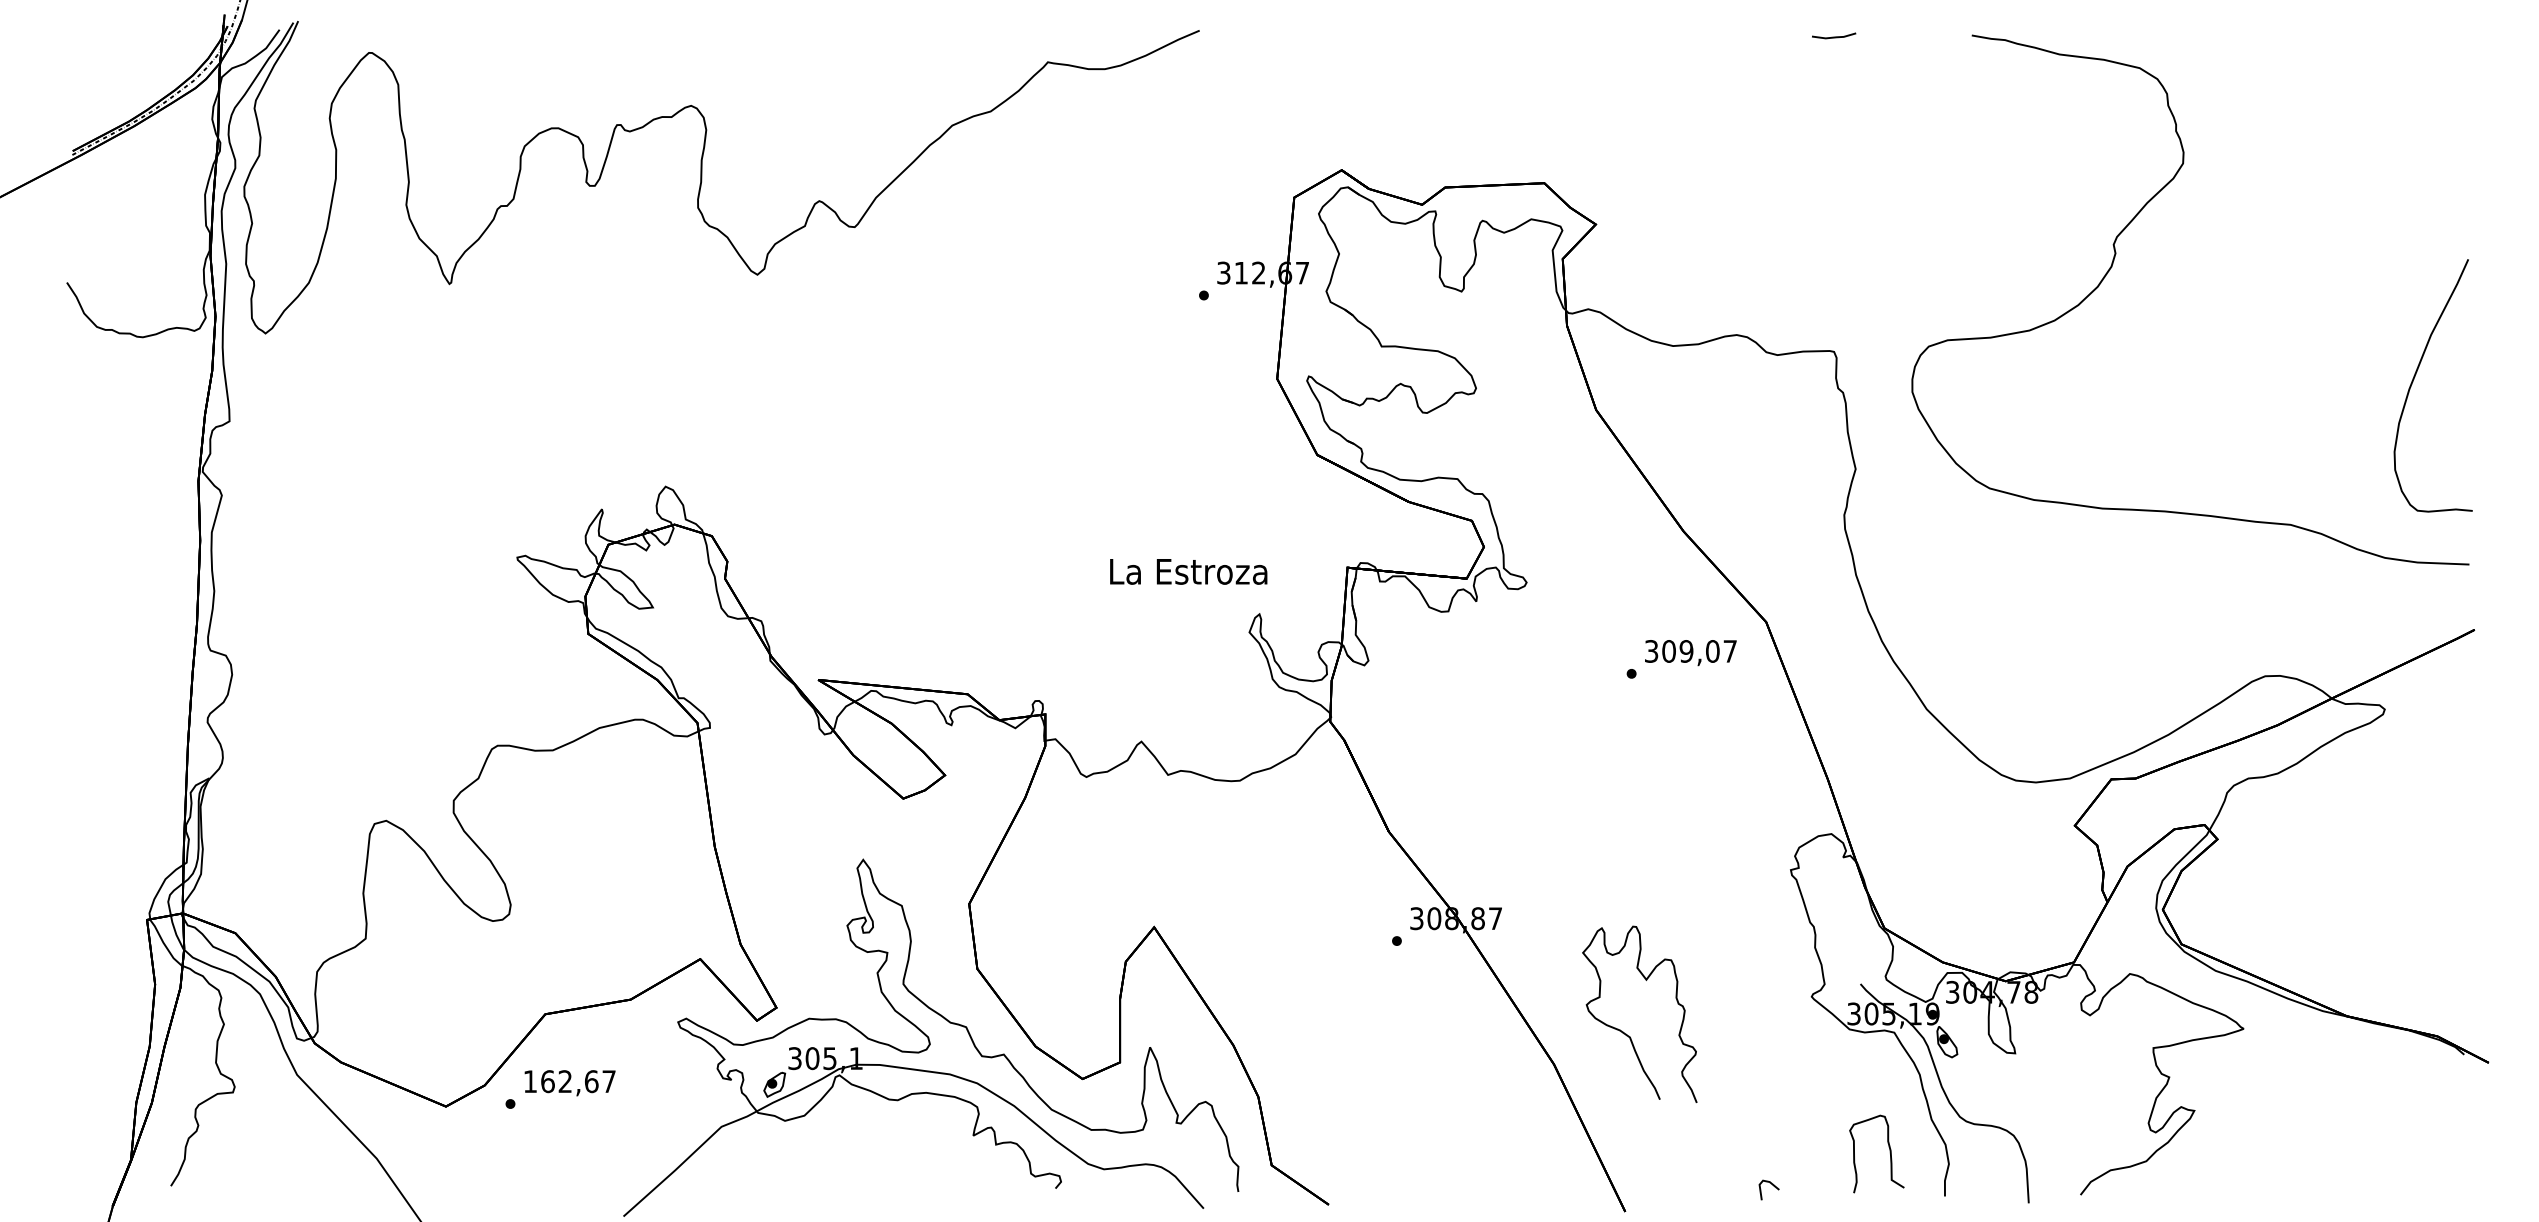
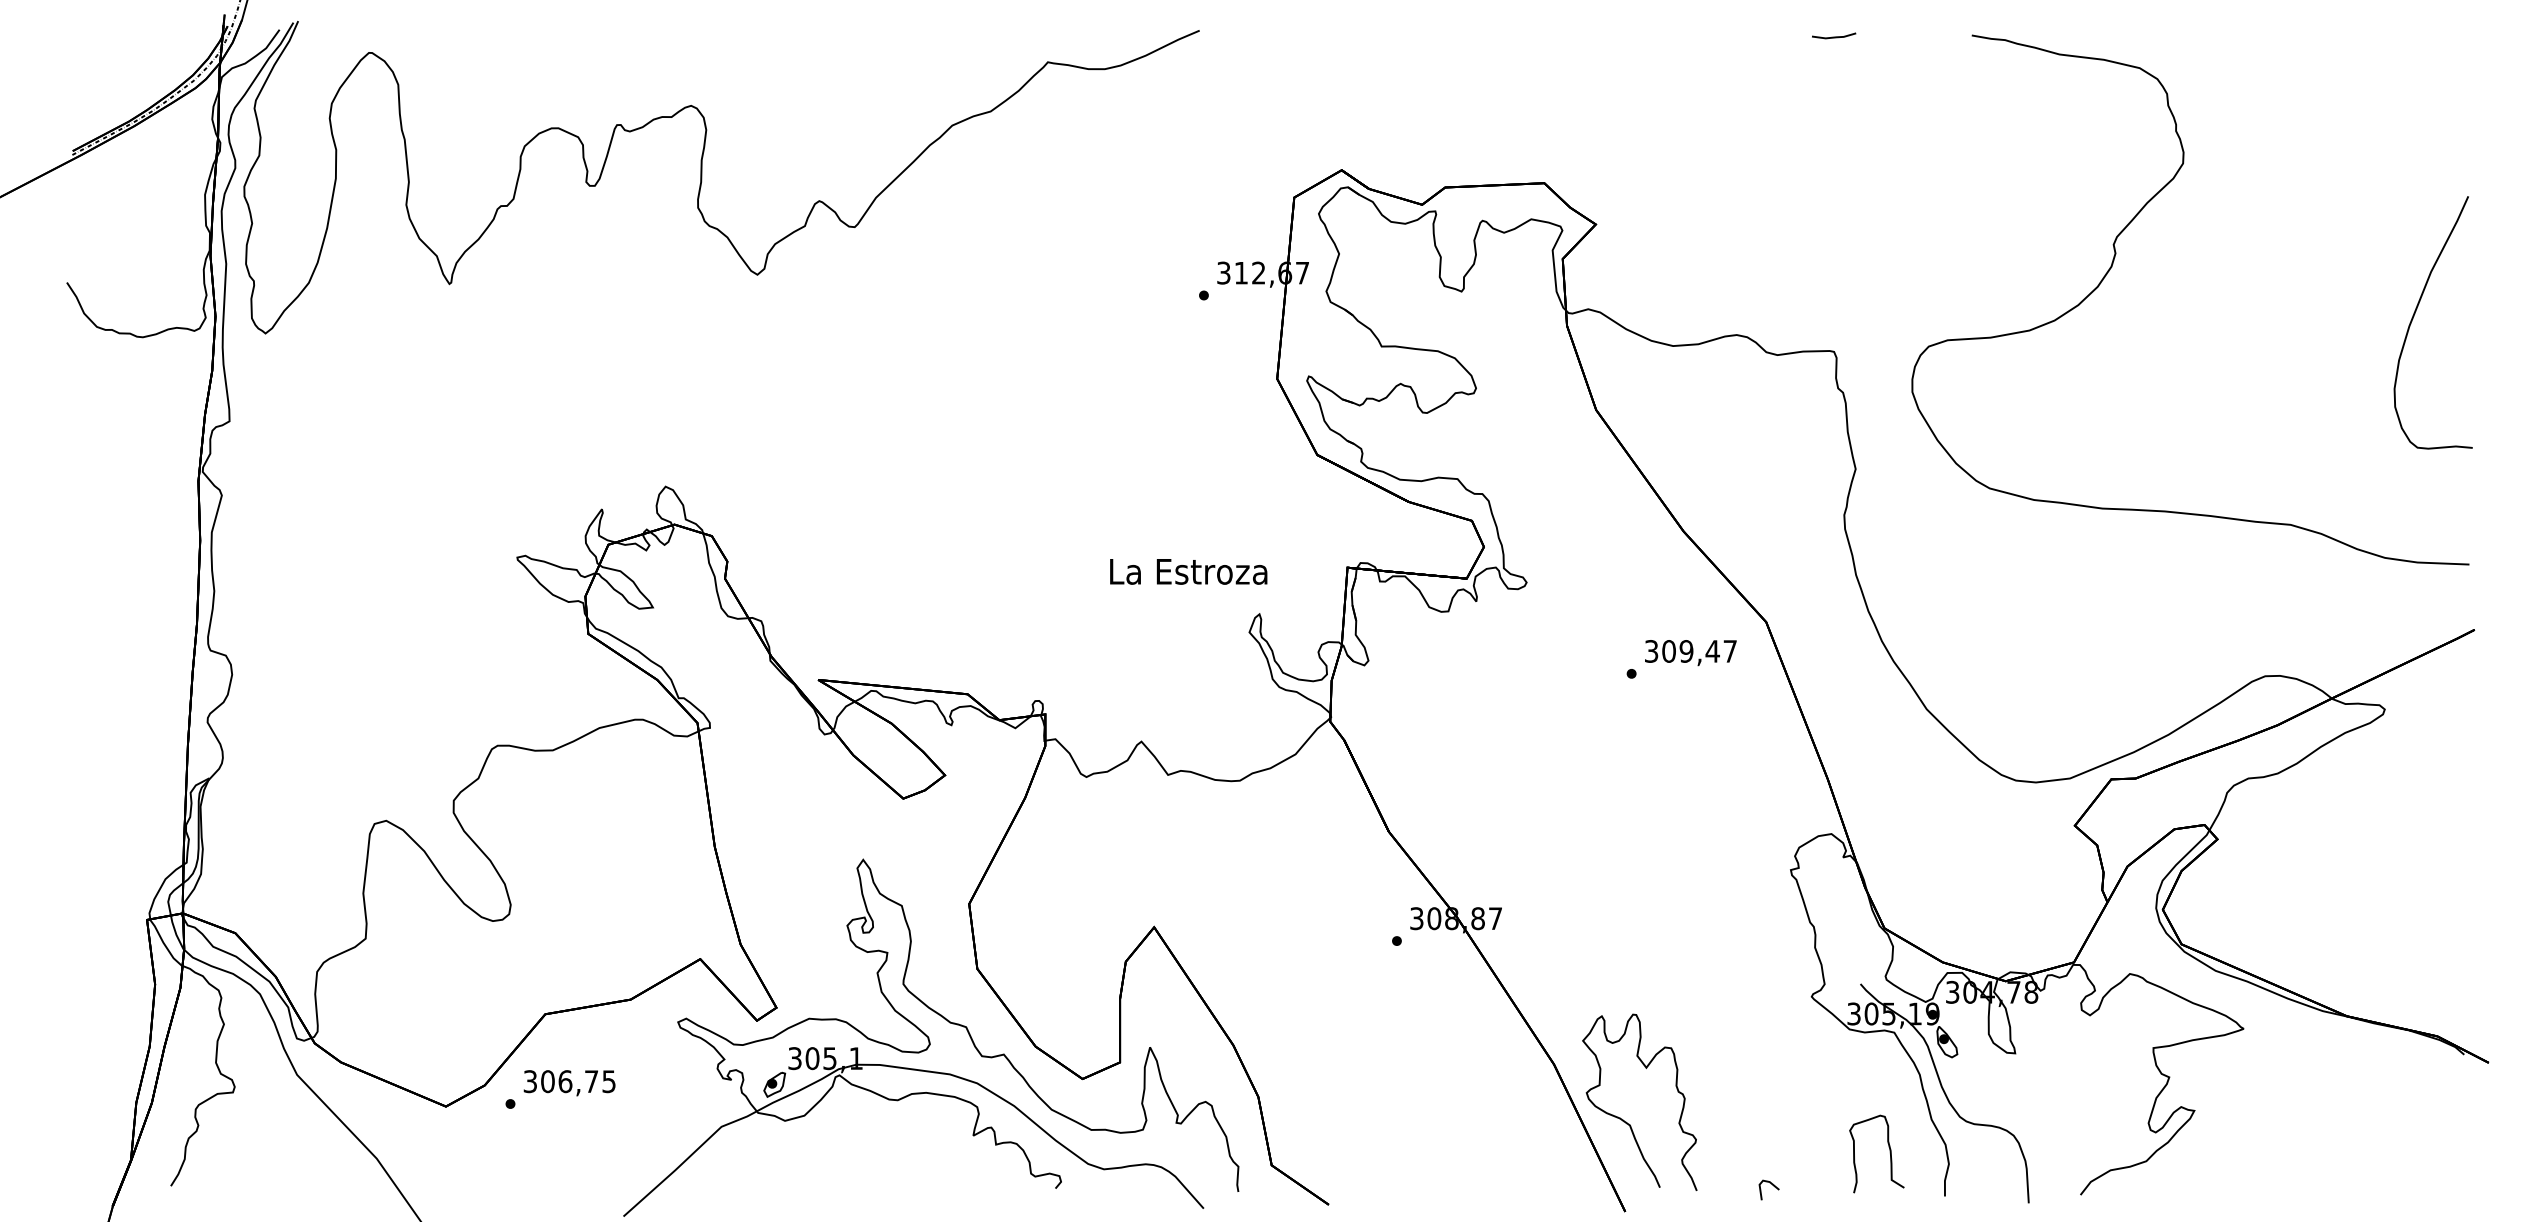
curve at (2415, 377) position: (2415, 377) -> (2415, 314)
text at (1712, 651): 309,07 -> 309,47
curve at (1626, 1033) position: (1626, 1033) -> (1626, 1121)
text at (569, 1081): 162,67 -> 306,75
